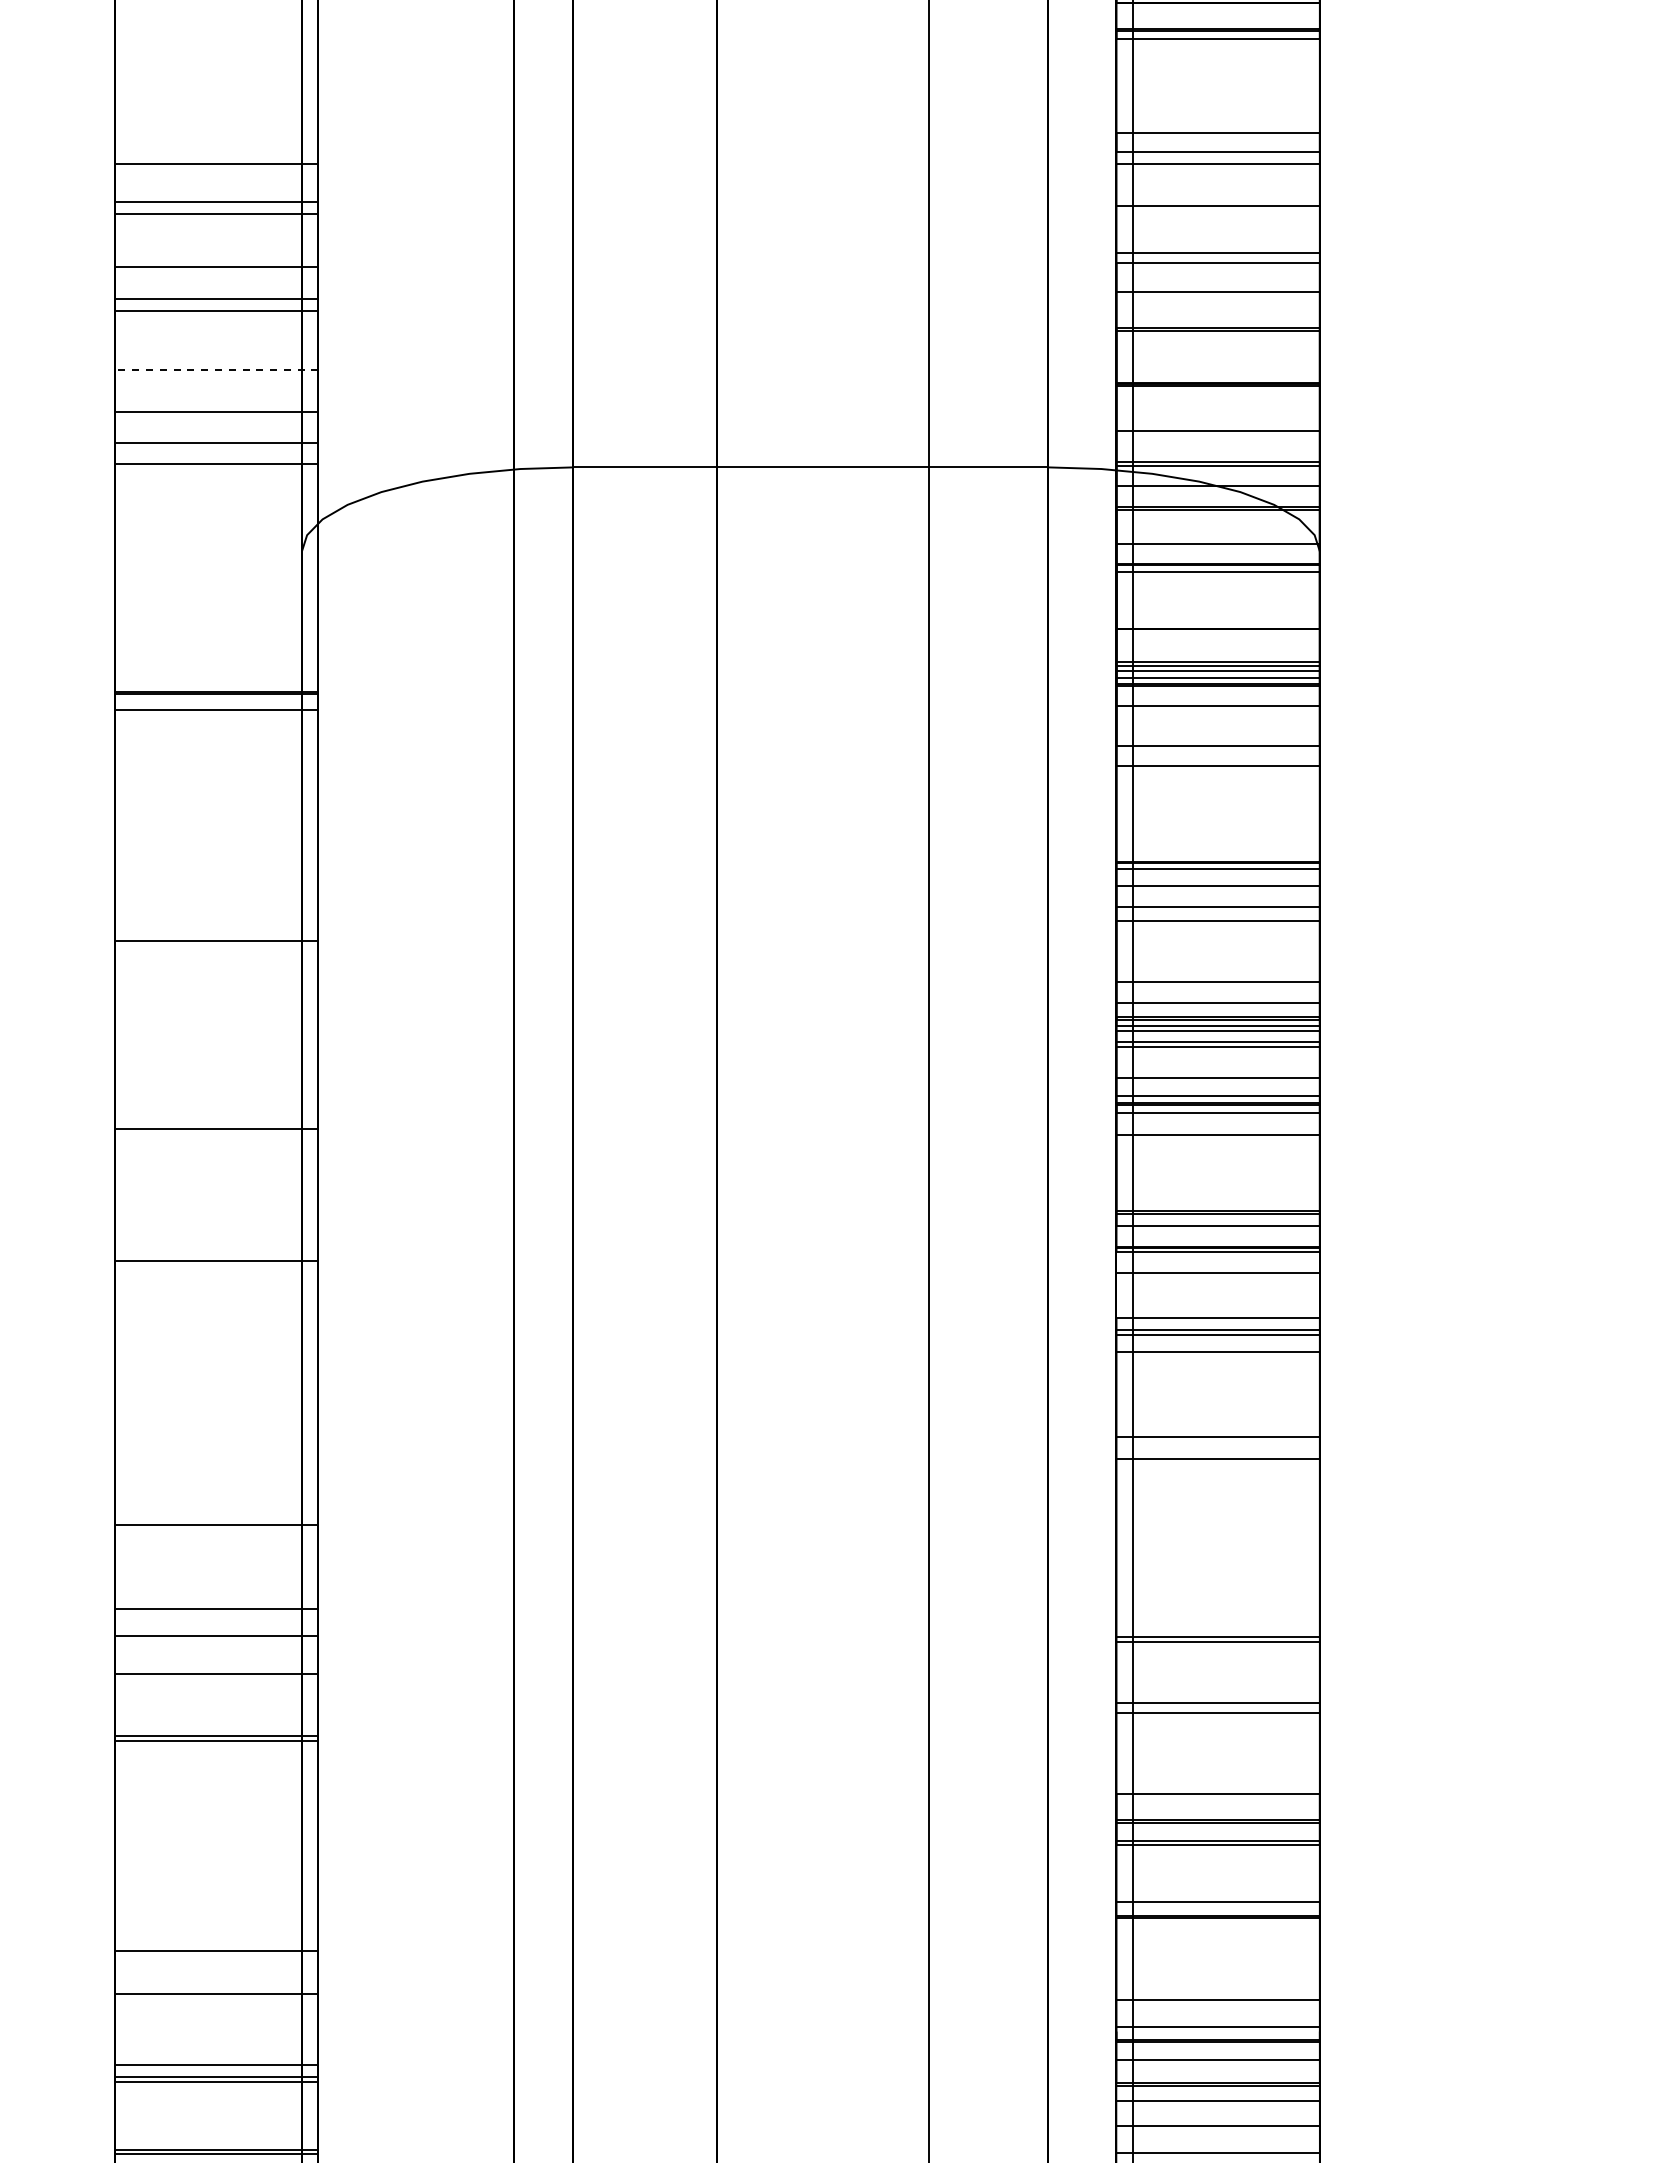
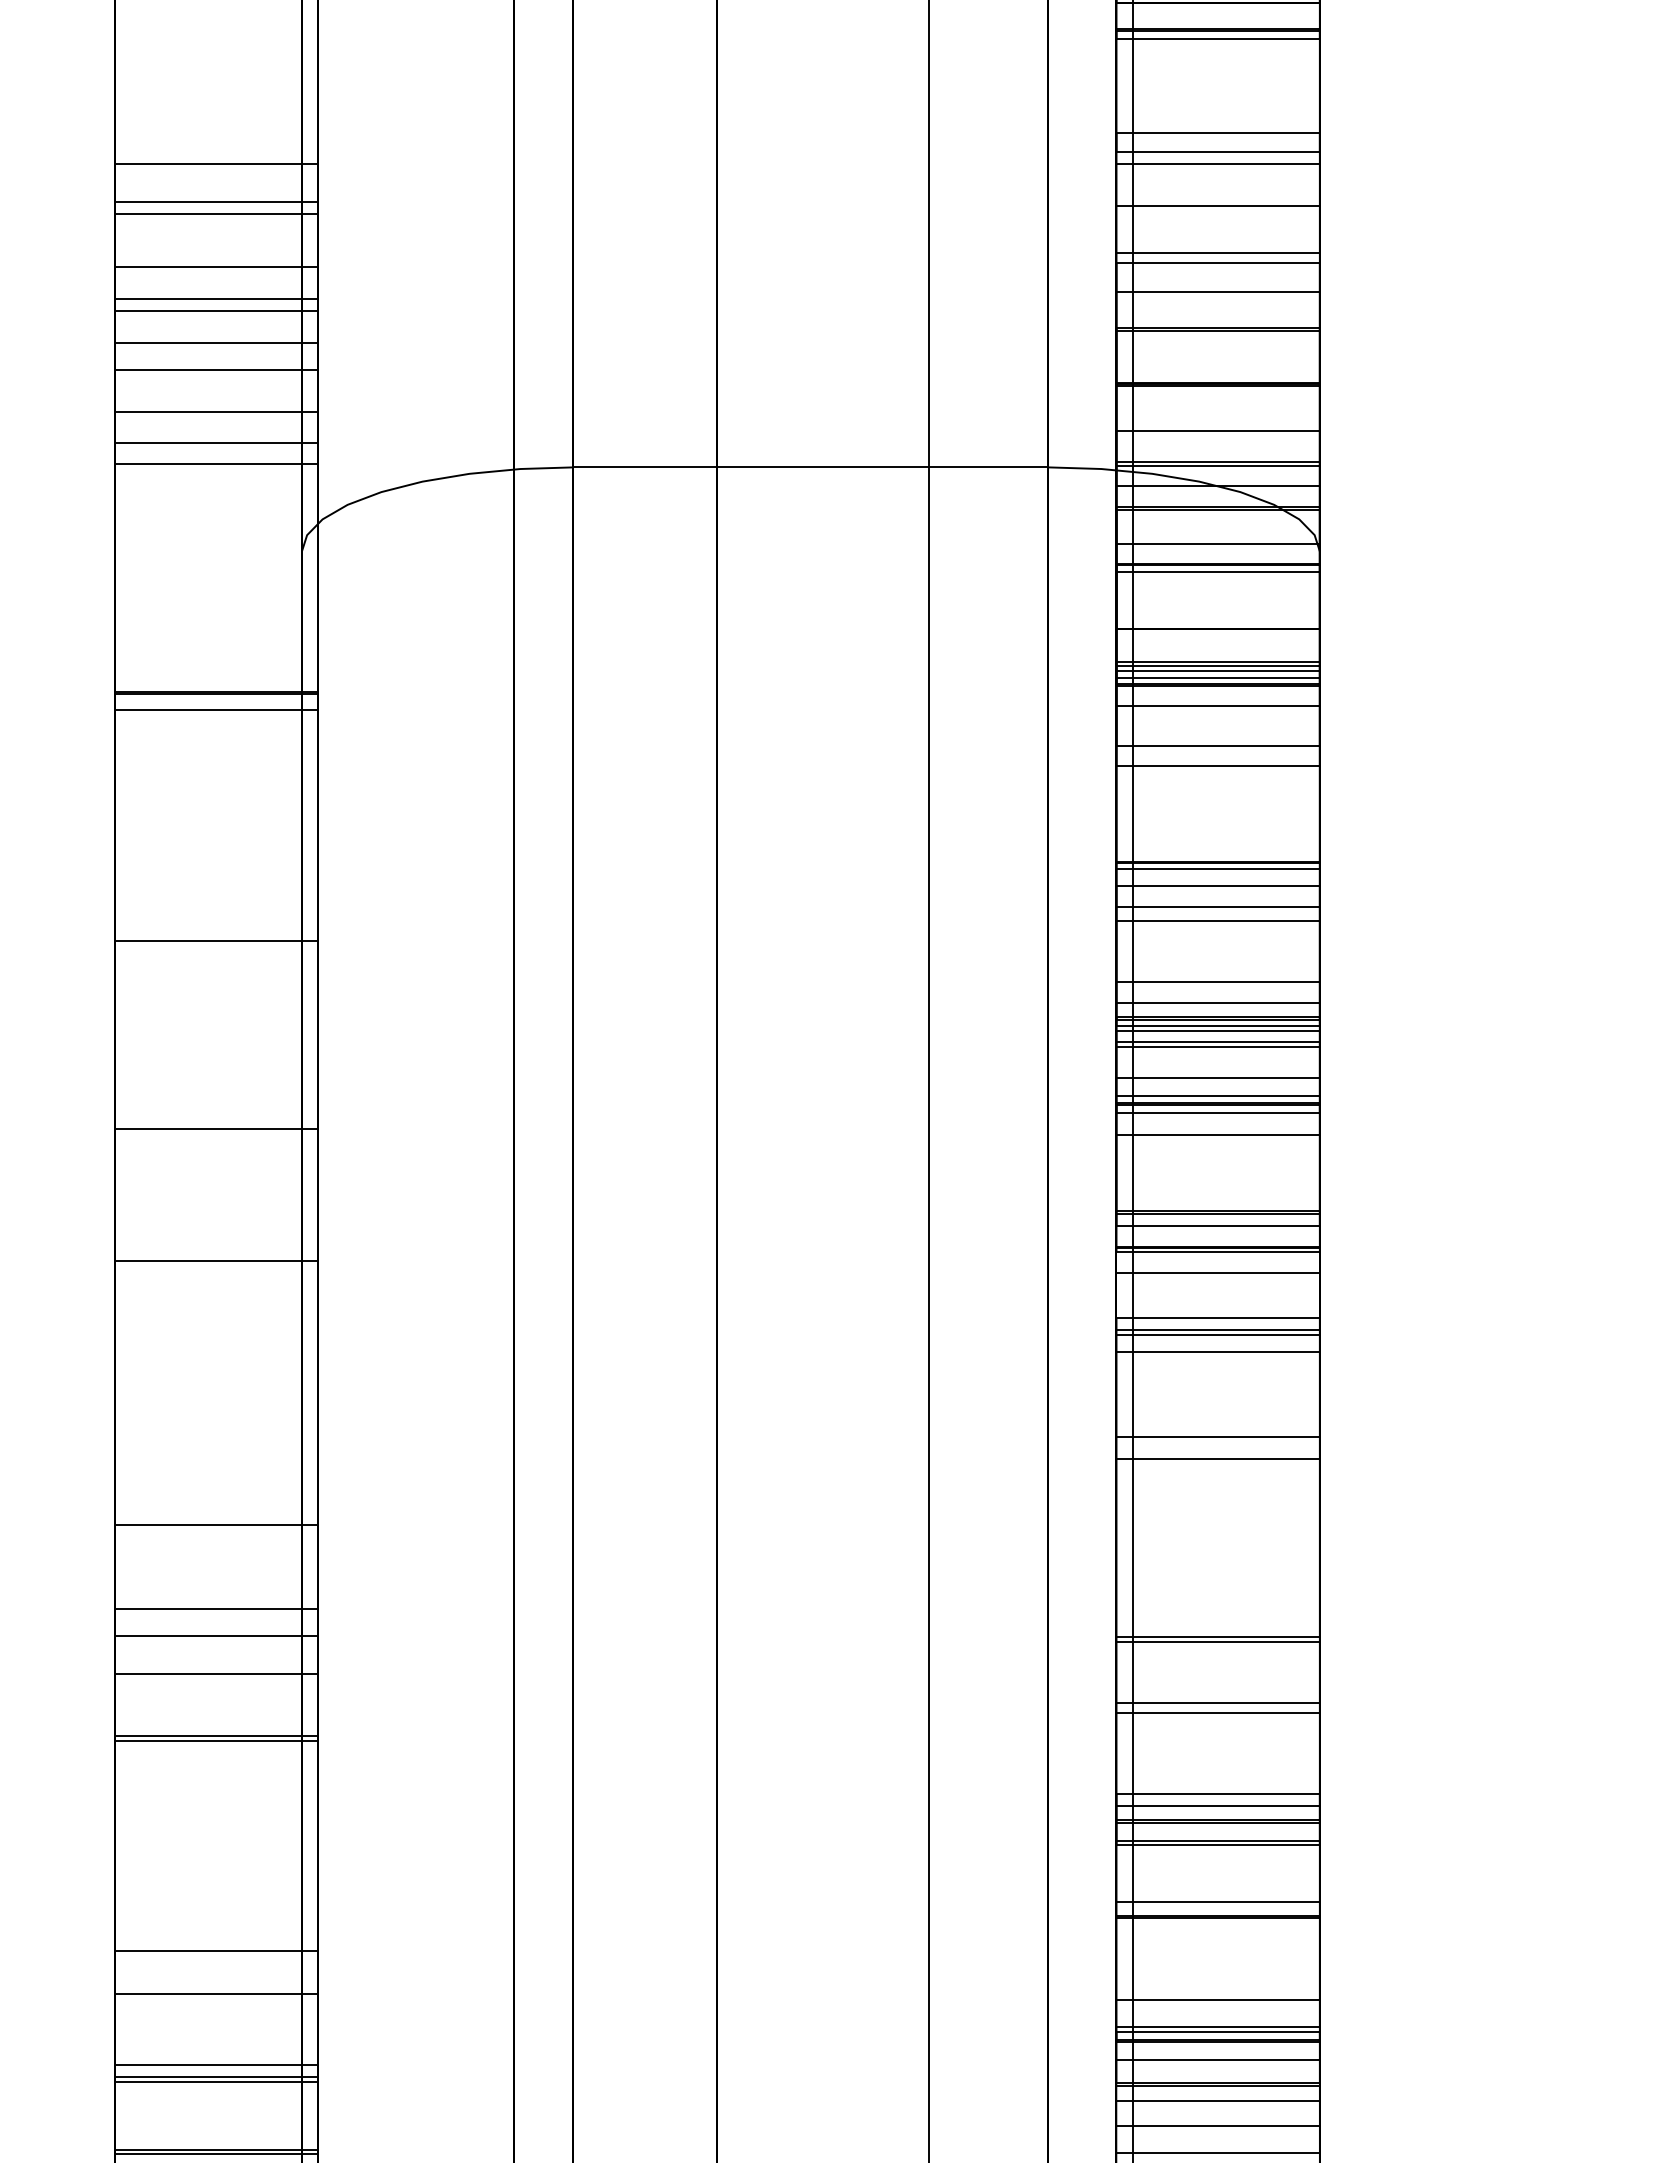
line at (216, 343): none -> present
line at (216, 370): dashed -> solid
line at (1217, 1805): none -> present
line at (1217, 2031): none -> present
